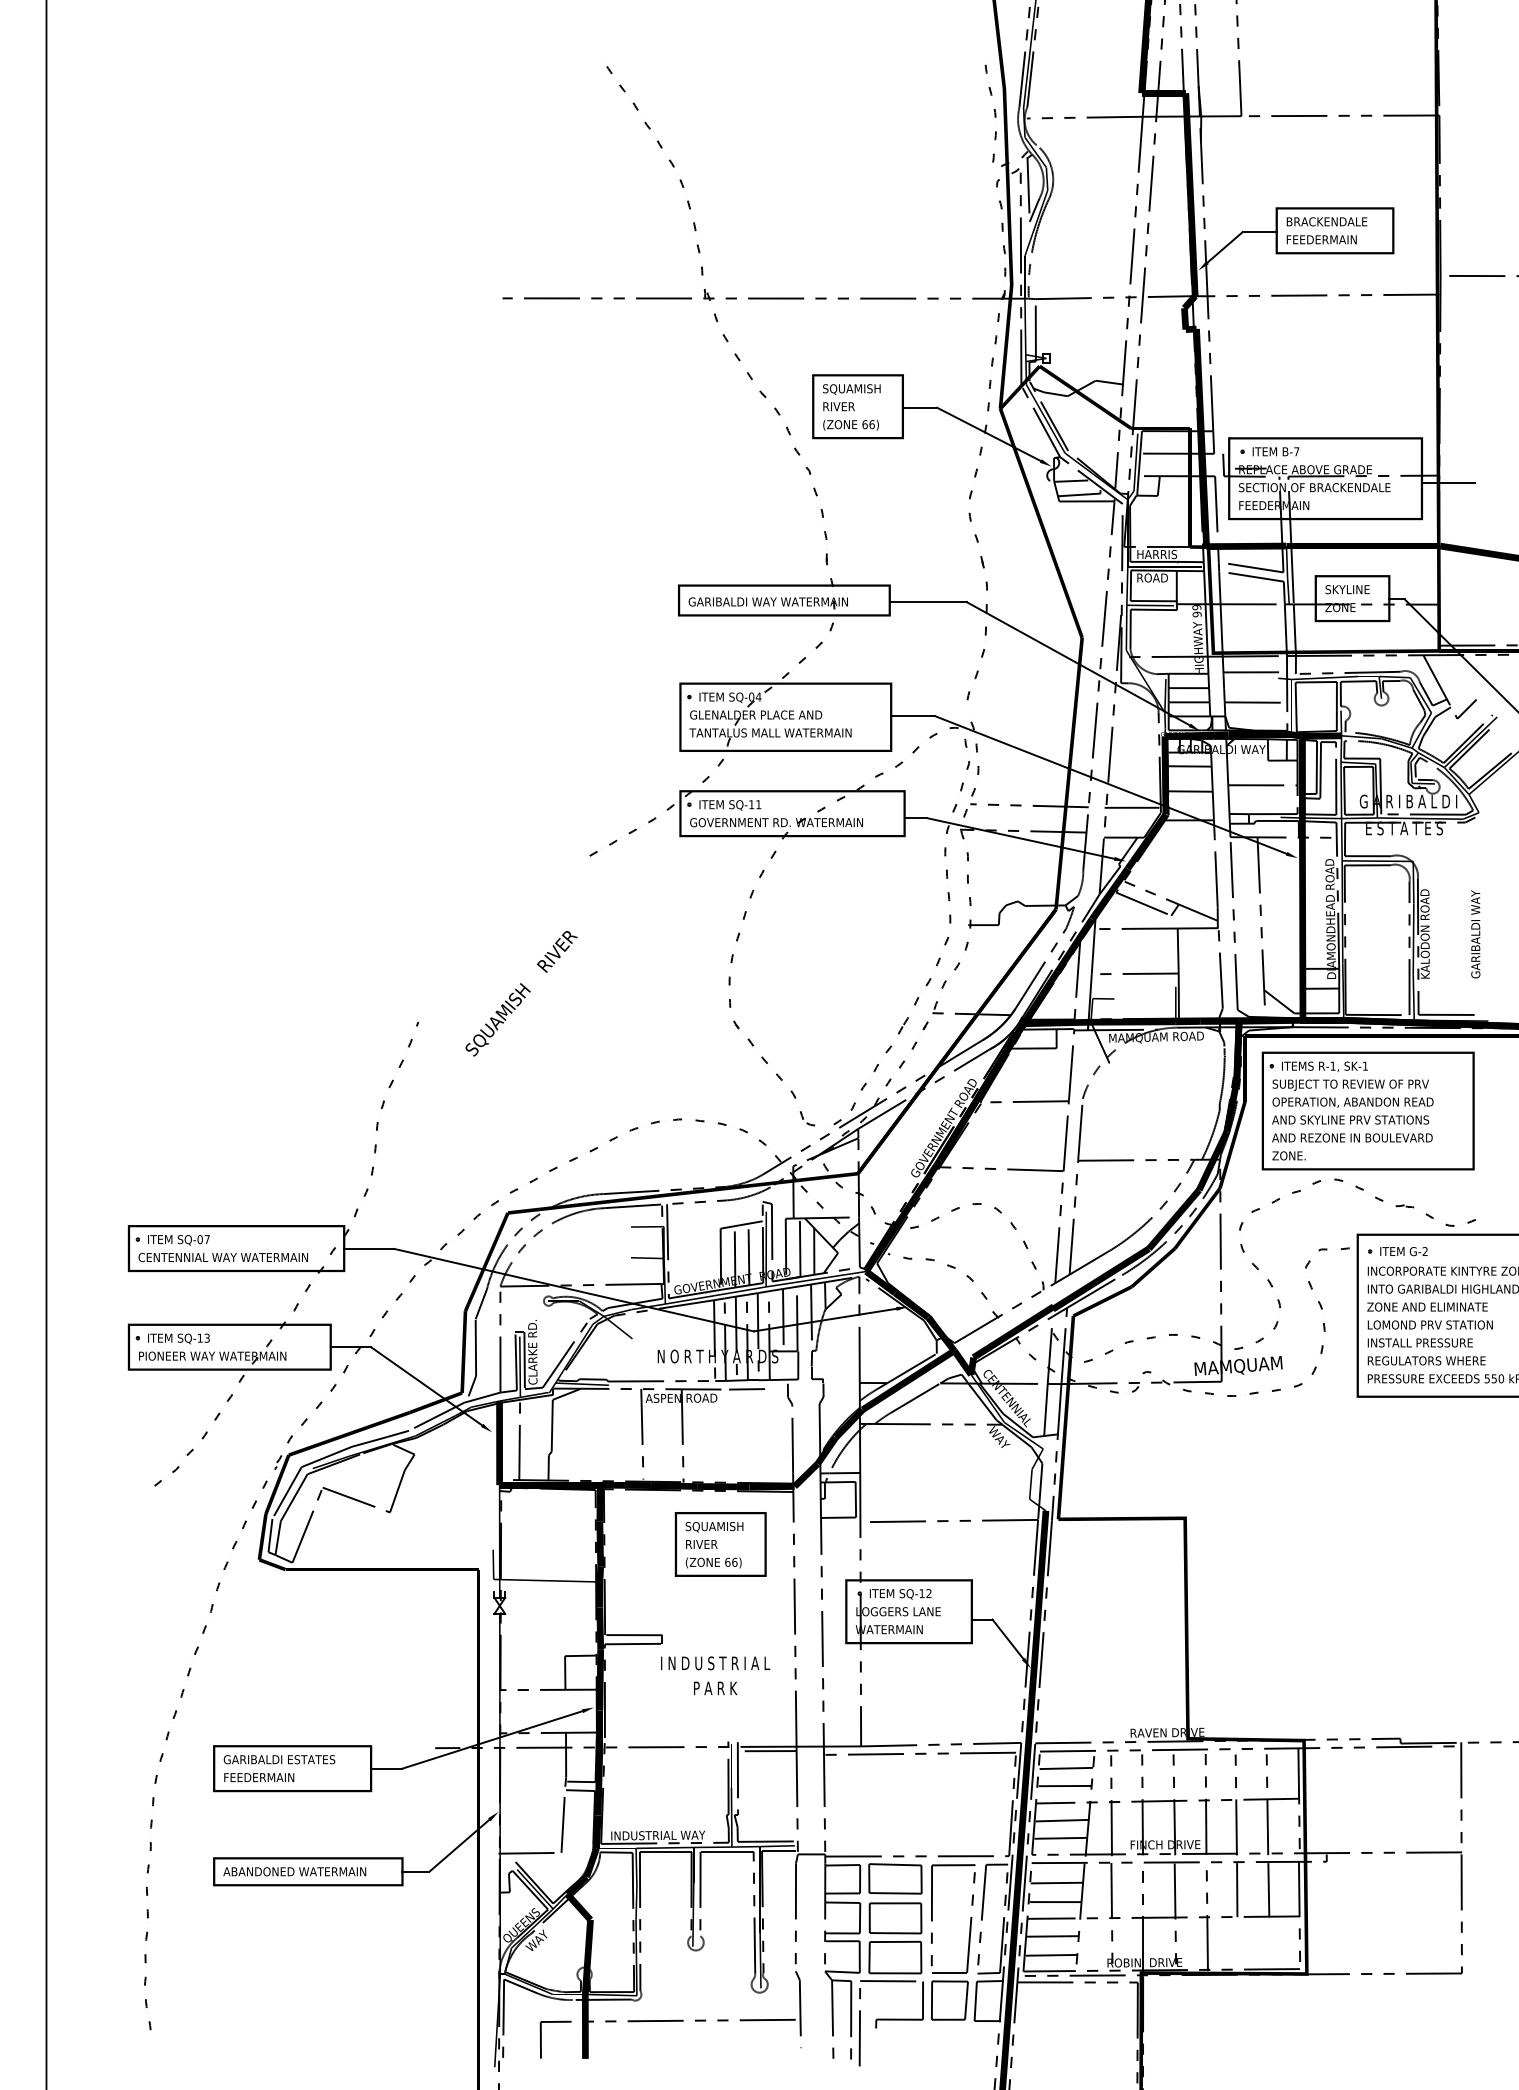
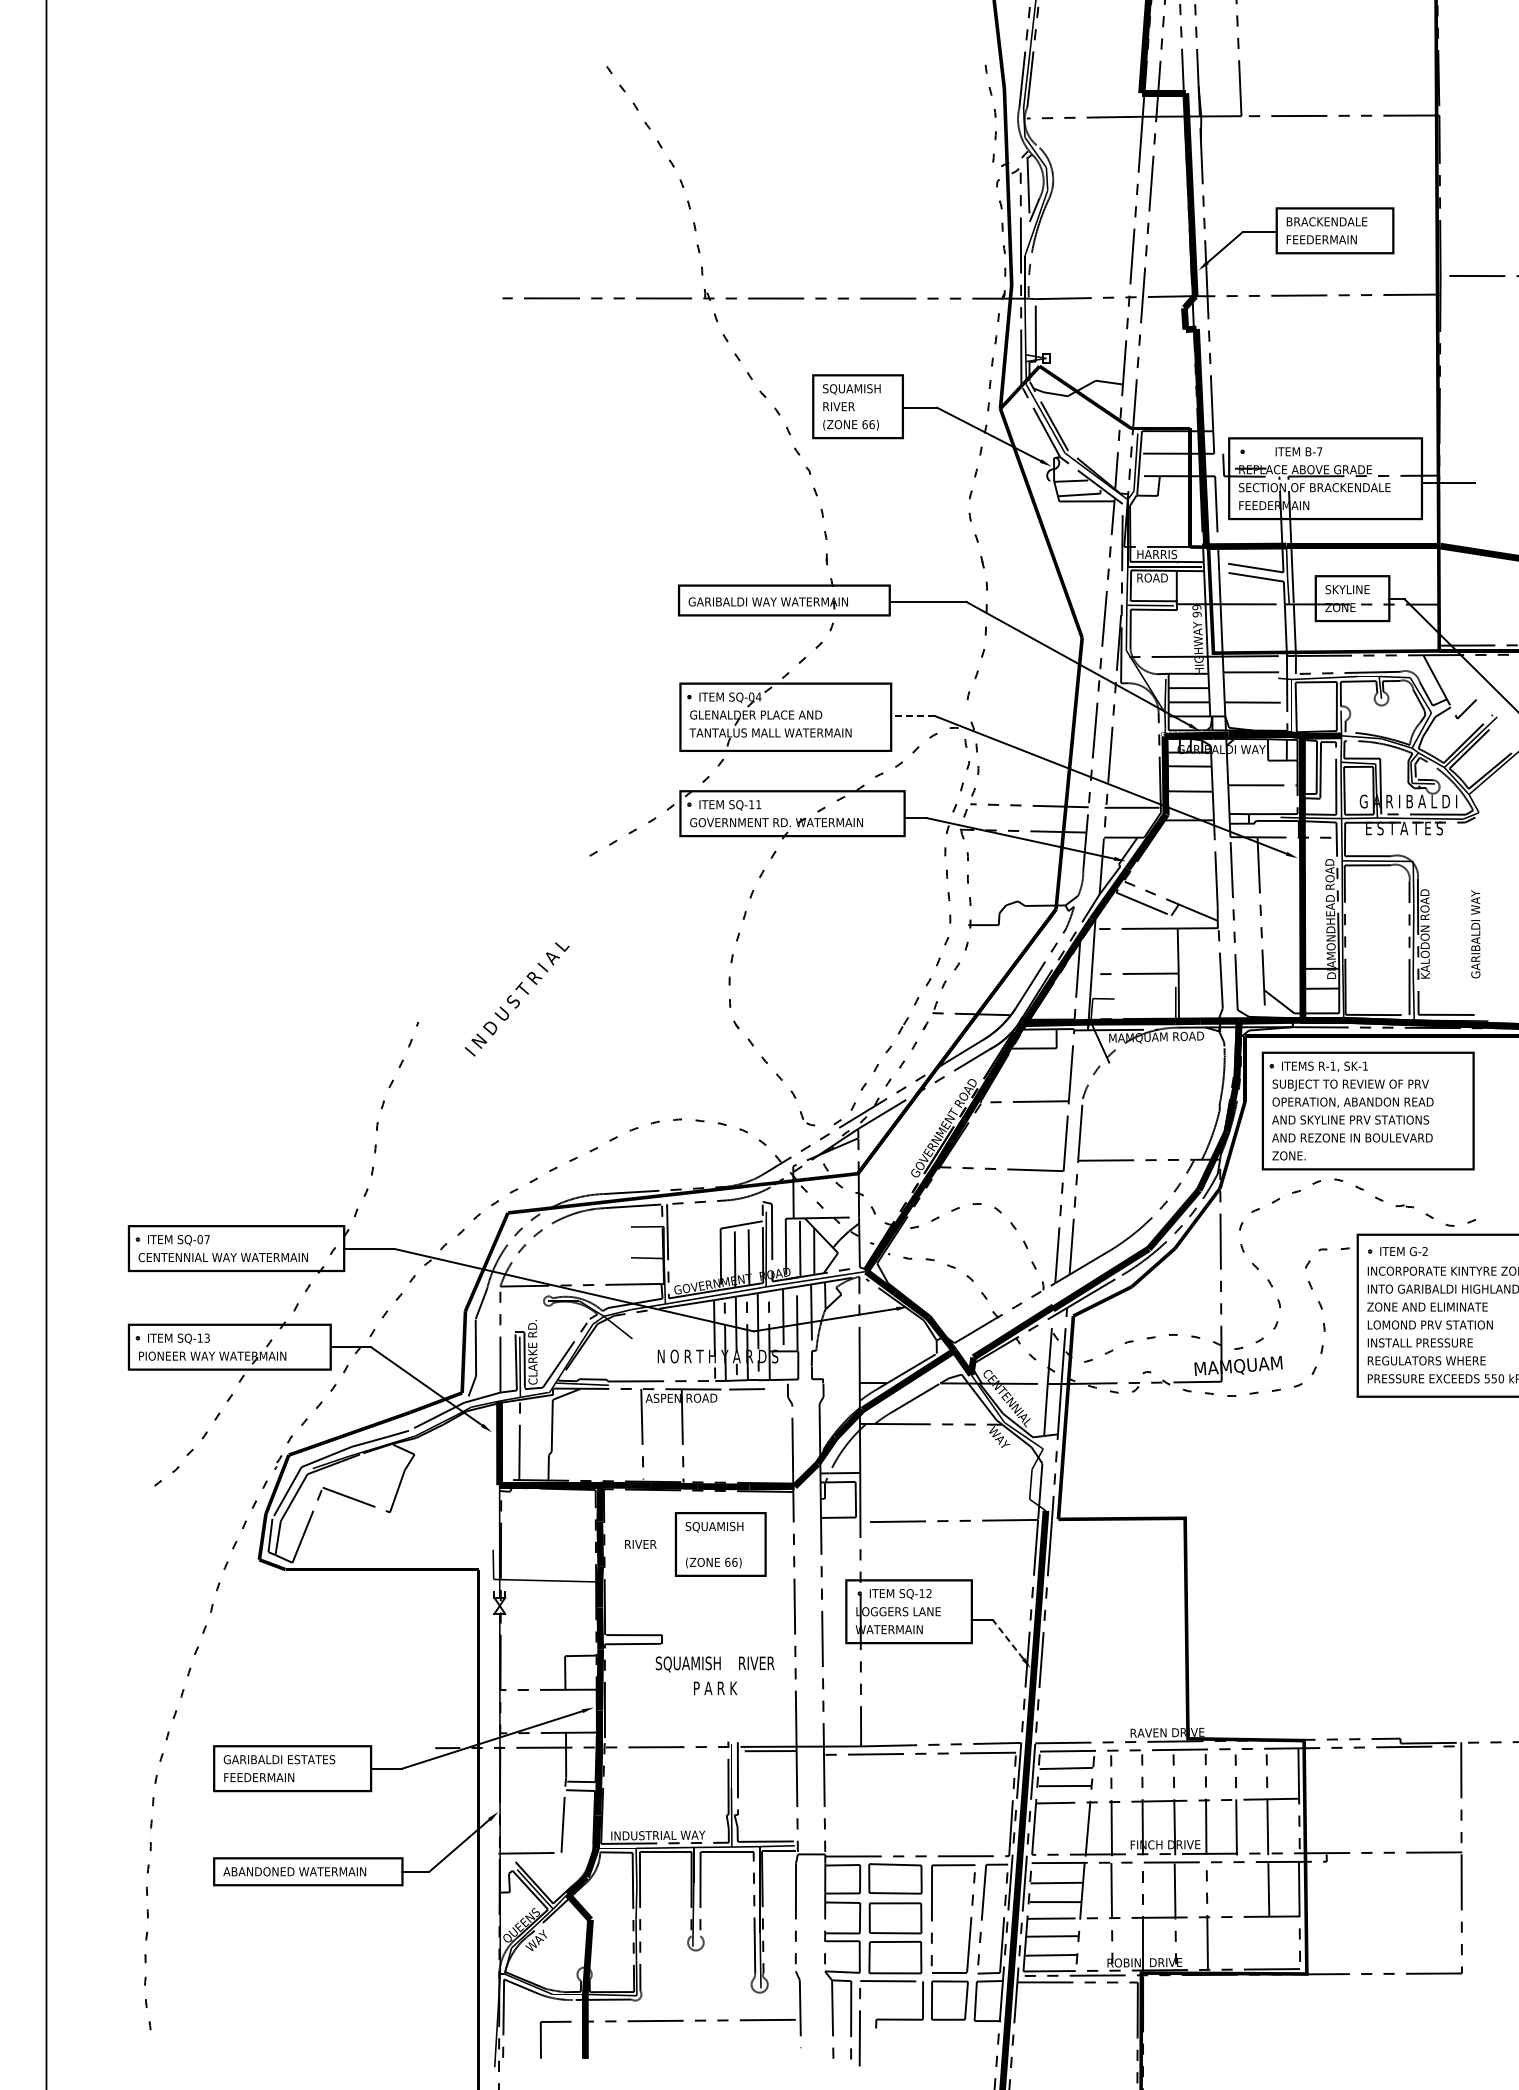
text at (1275, 451) position: (1275, 451) -> (1298, 451)
line at (912, 716): solid -> dashed
text at (521, 993): SQUAMISH    RIVER -> I N D U S T R I A L
text at (701, 1544) position: (701, 1544) -> (640, 1544)
line at (1007, 1638): solid -> dashed
text at (714, 1664): I N D U S T R I A L -> SQUAMISH    RIVER
line at (1062, 1820): present -> none
line at (1060, 1837): present -> none
line at (1237, 1890): present -> none
